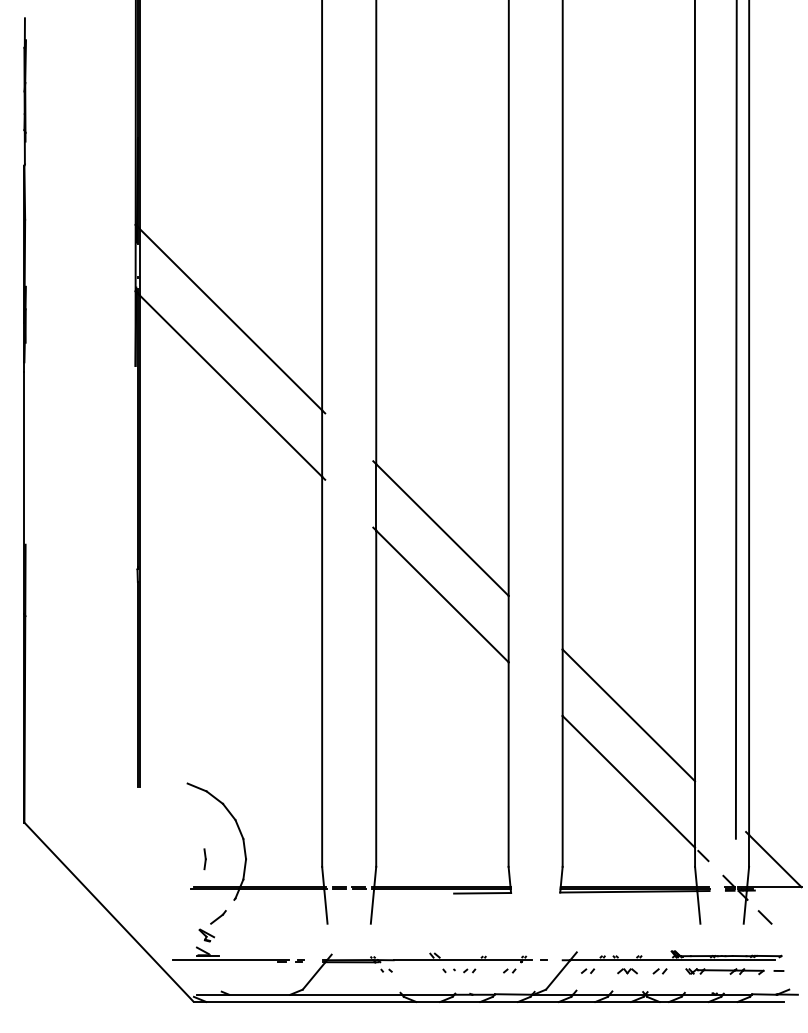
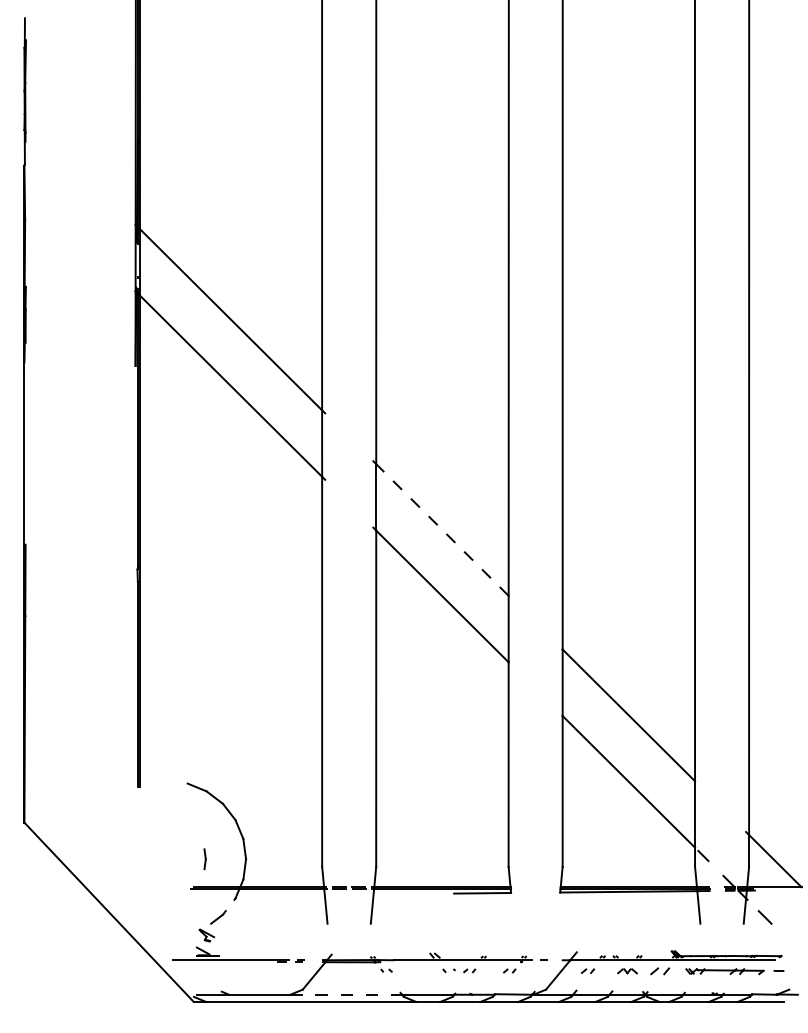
line at (735, 420): present -> none
line at (442, 529): solid -> dashed
part at (659, 971) size: 16x7 px -> 21x9 px
line at (346, 994): solid -> dashed
